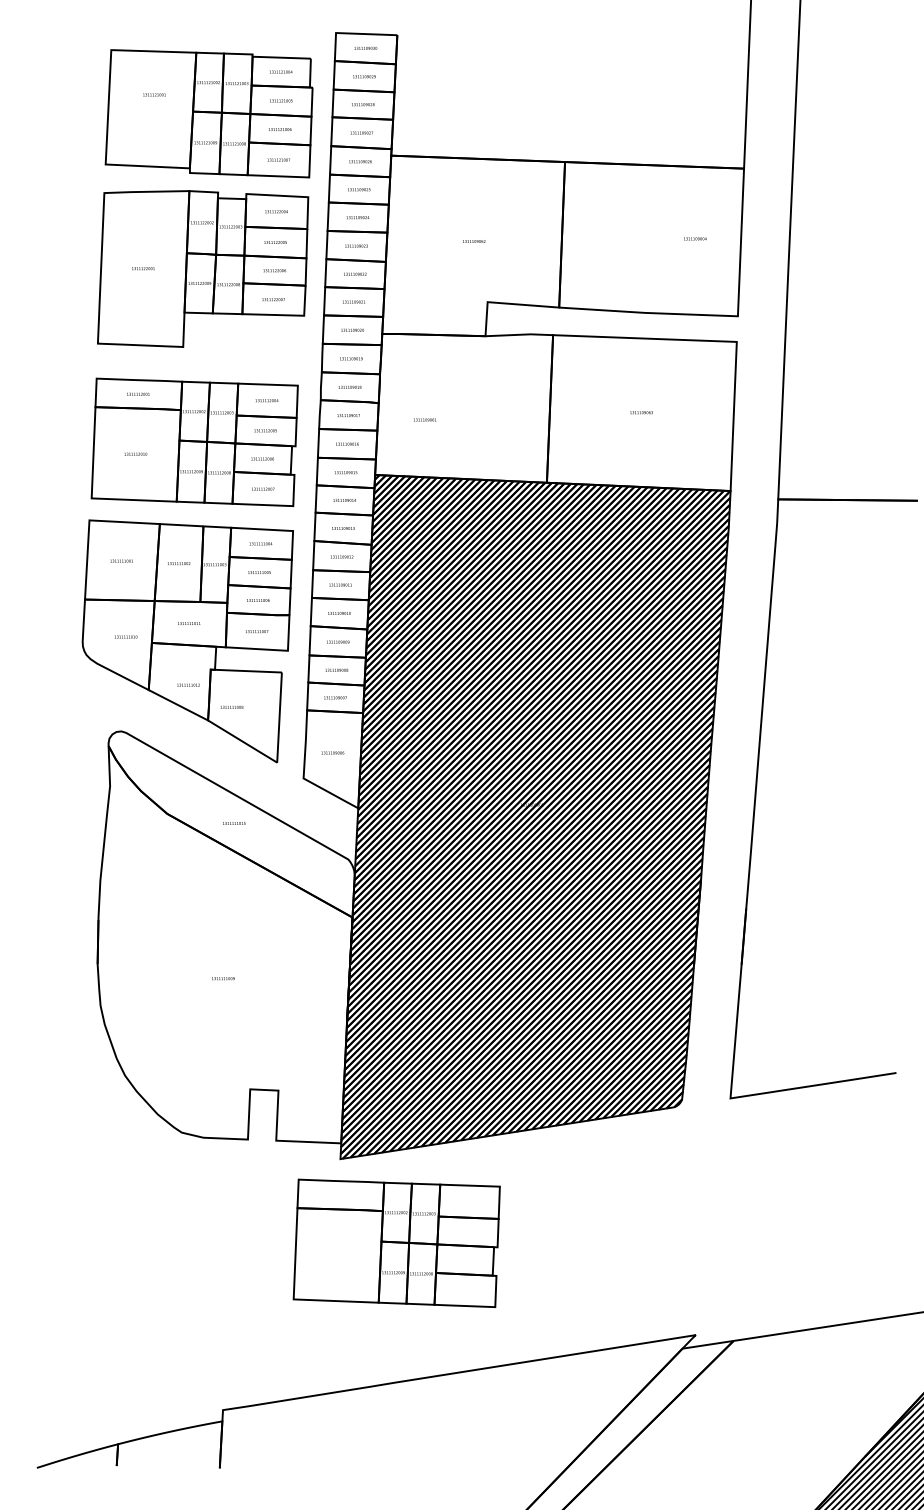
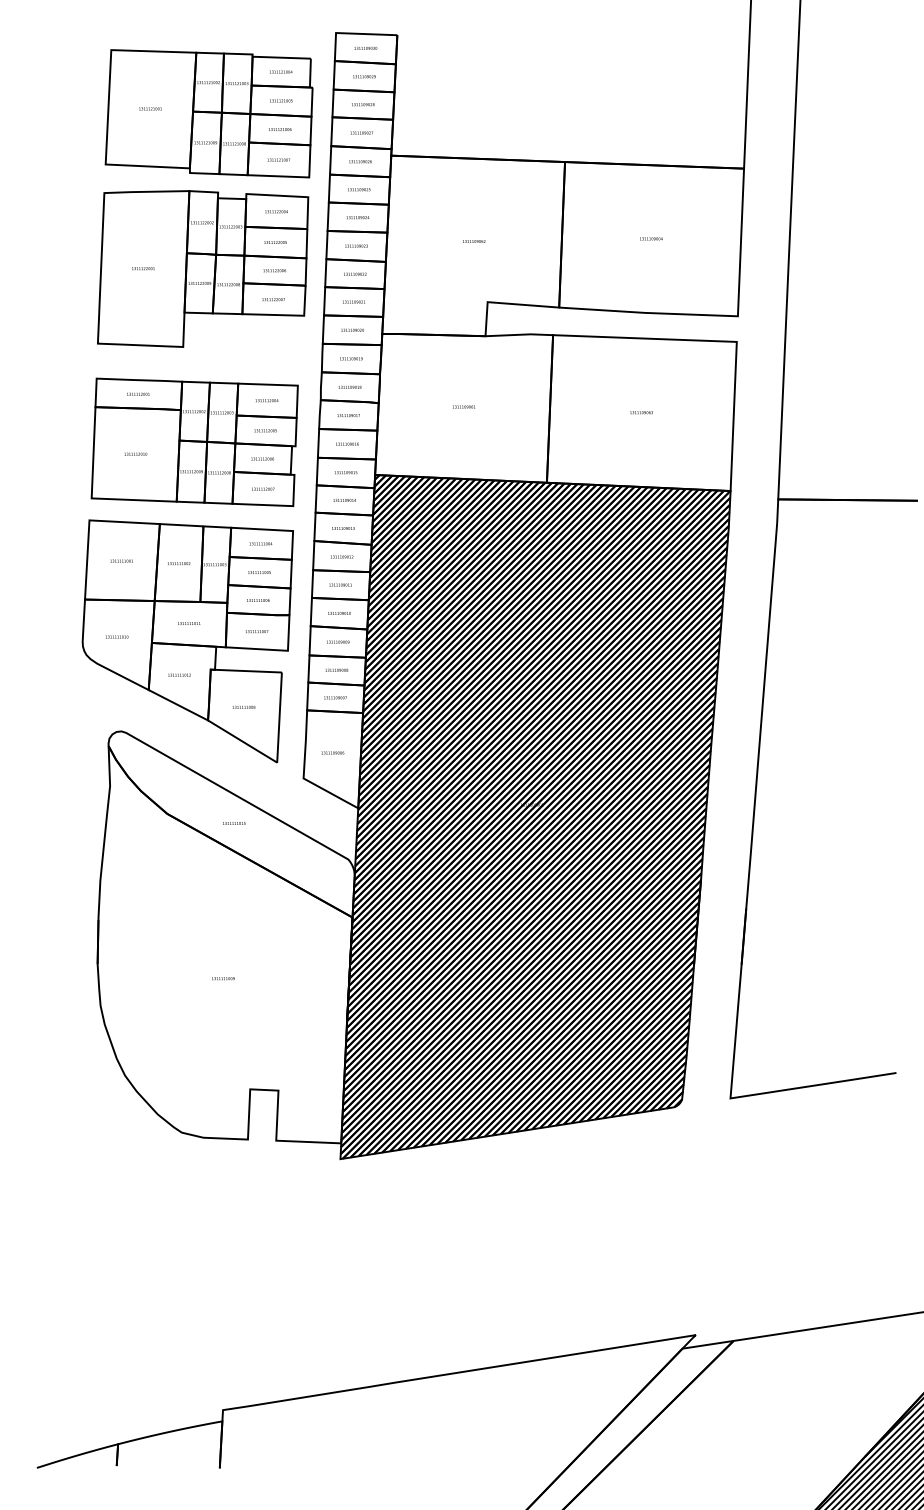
text at (154, 94) position: (154, 94) -> (150, 108)
text at (695, 238) position: (695, 238) -> (651, 238)
text at (425, 419) position: (425, 419) -> (464, 406)
text at (126, 636) position: (126, 636) -> (117, 636)
text at (188, 684) position: (188, 684) -> (179, 674)
text at (231, 706) position: (231, 706) -> (243, 706)
part at (396, 1242): present -> none
